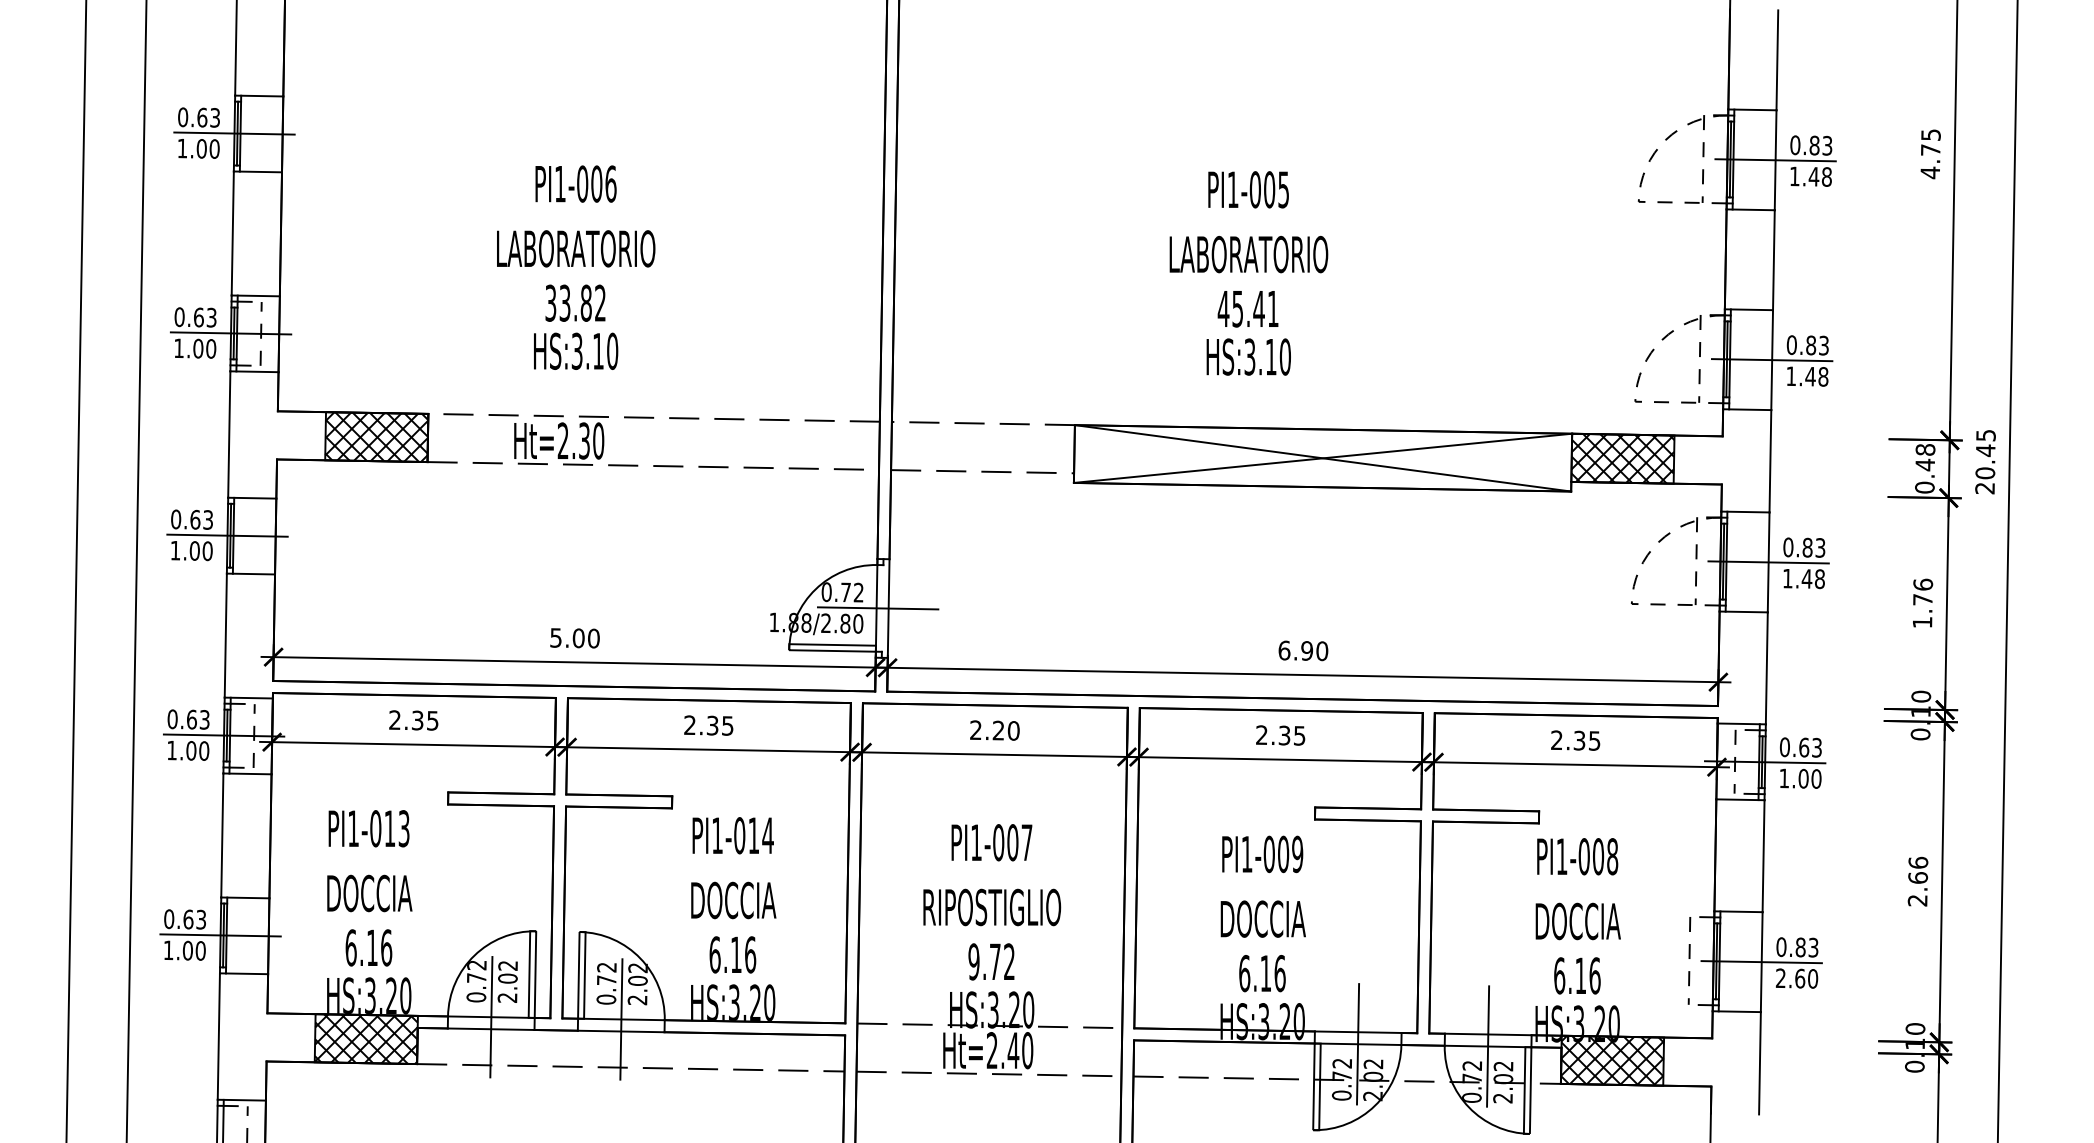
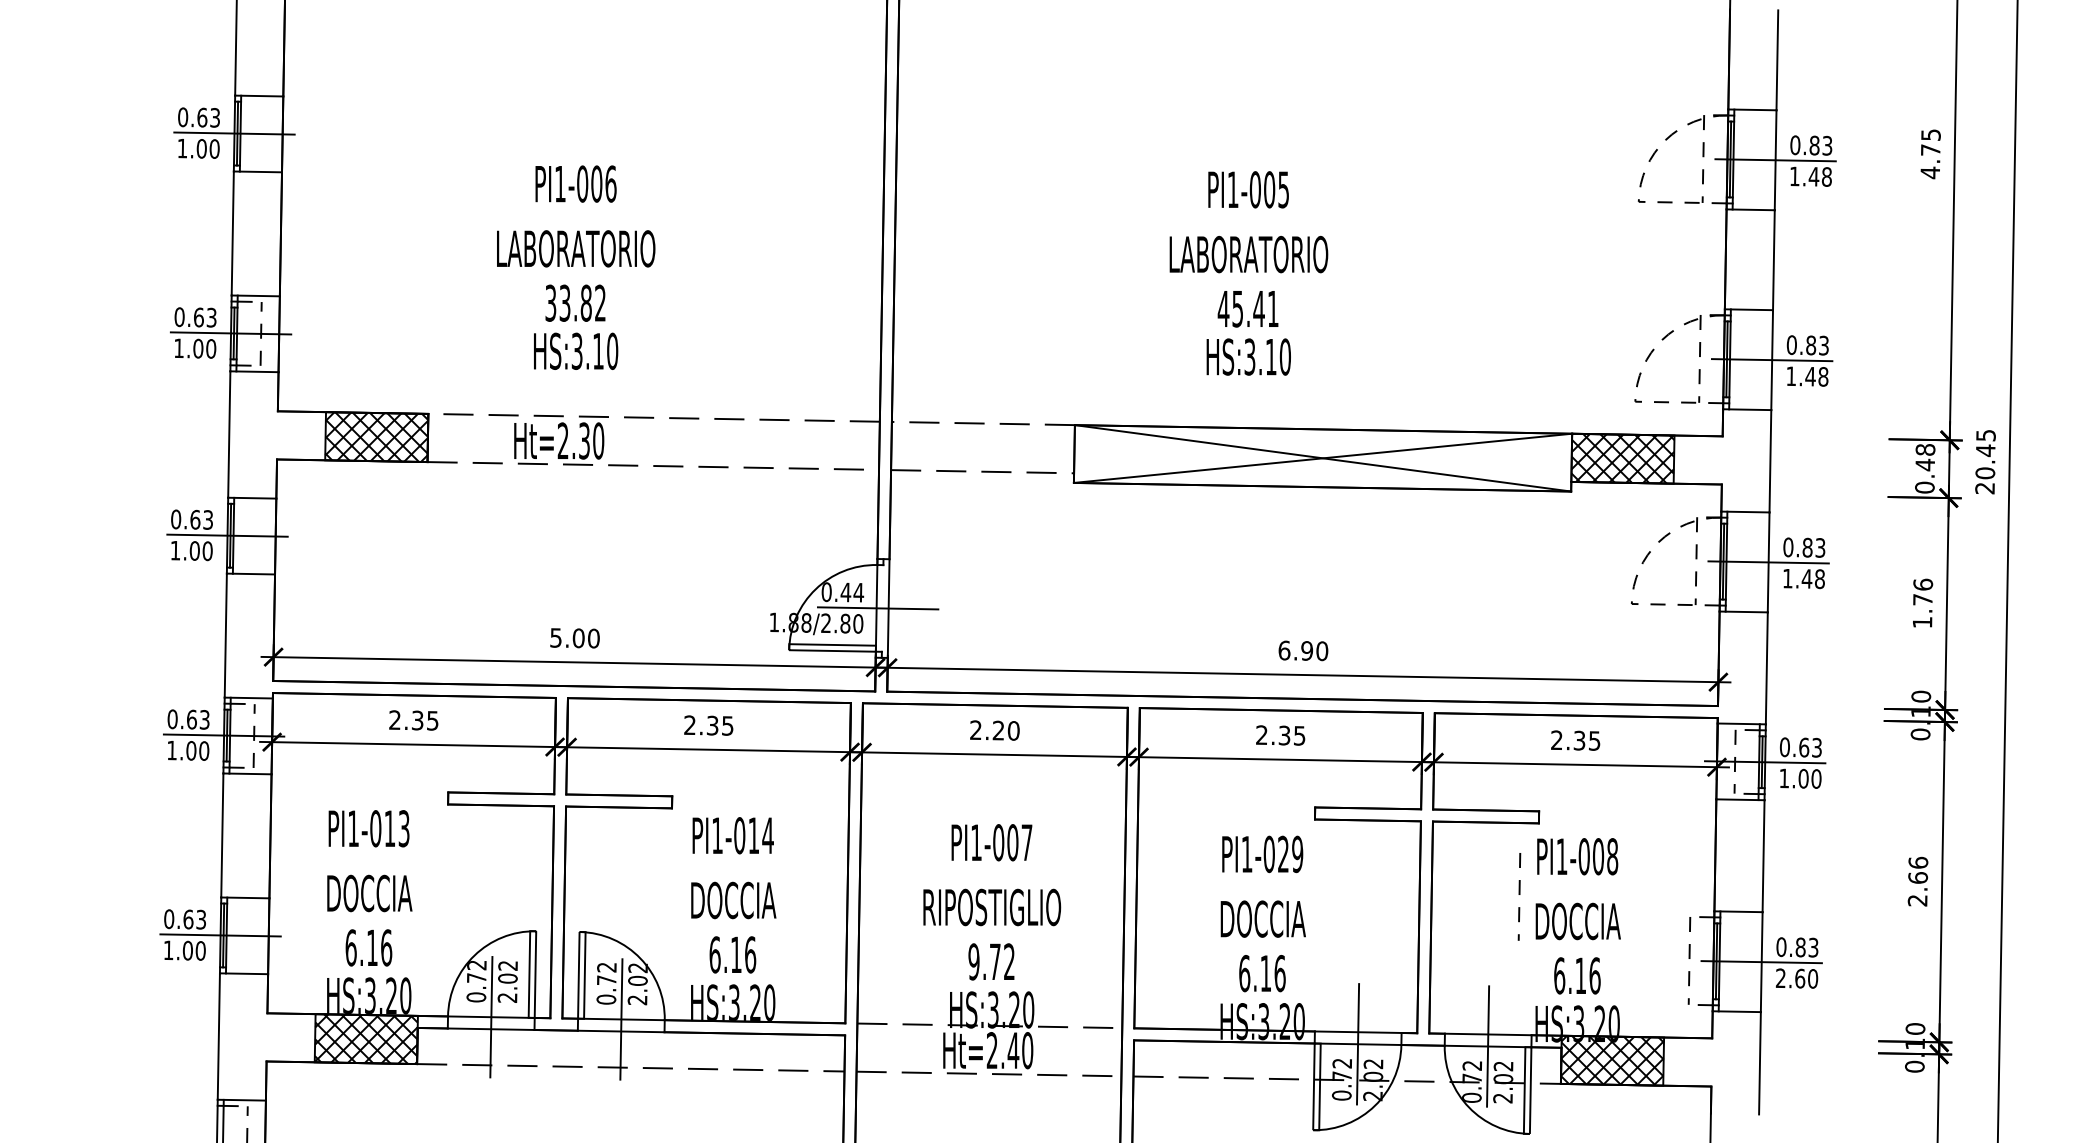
line at (76, 570): present -> none
line at (136, 570): present -> none
text at (852, 592): 0.72 -> 0.44
text at (1283, 854): PI1-009 -> PI1-029
line at (1519, 894): none -> present
